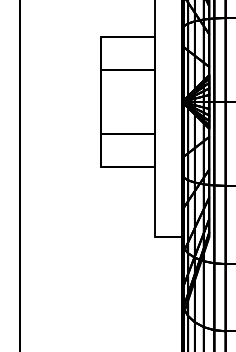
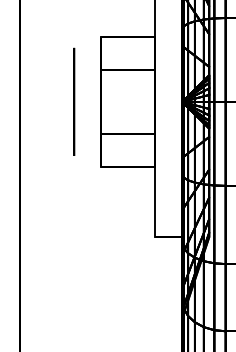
circle at (74, 101): none -> present
